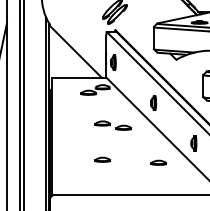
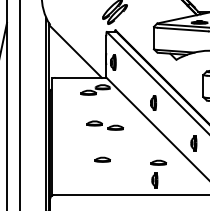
line at (24, 104): present -> none
part at (112, 125) position: (112, 125) -> (104, 125)
part at (154, 180): none -> present
